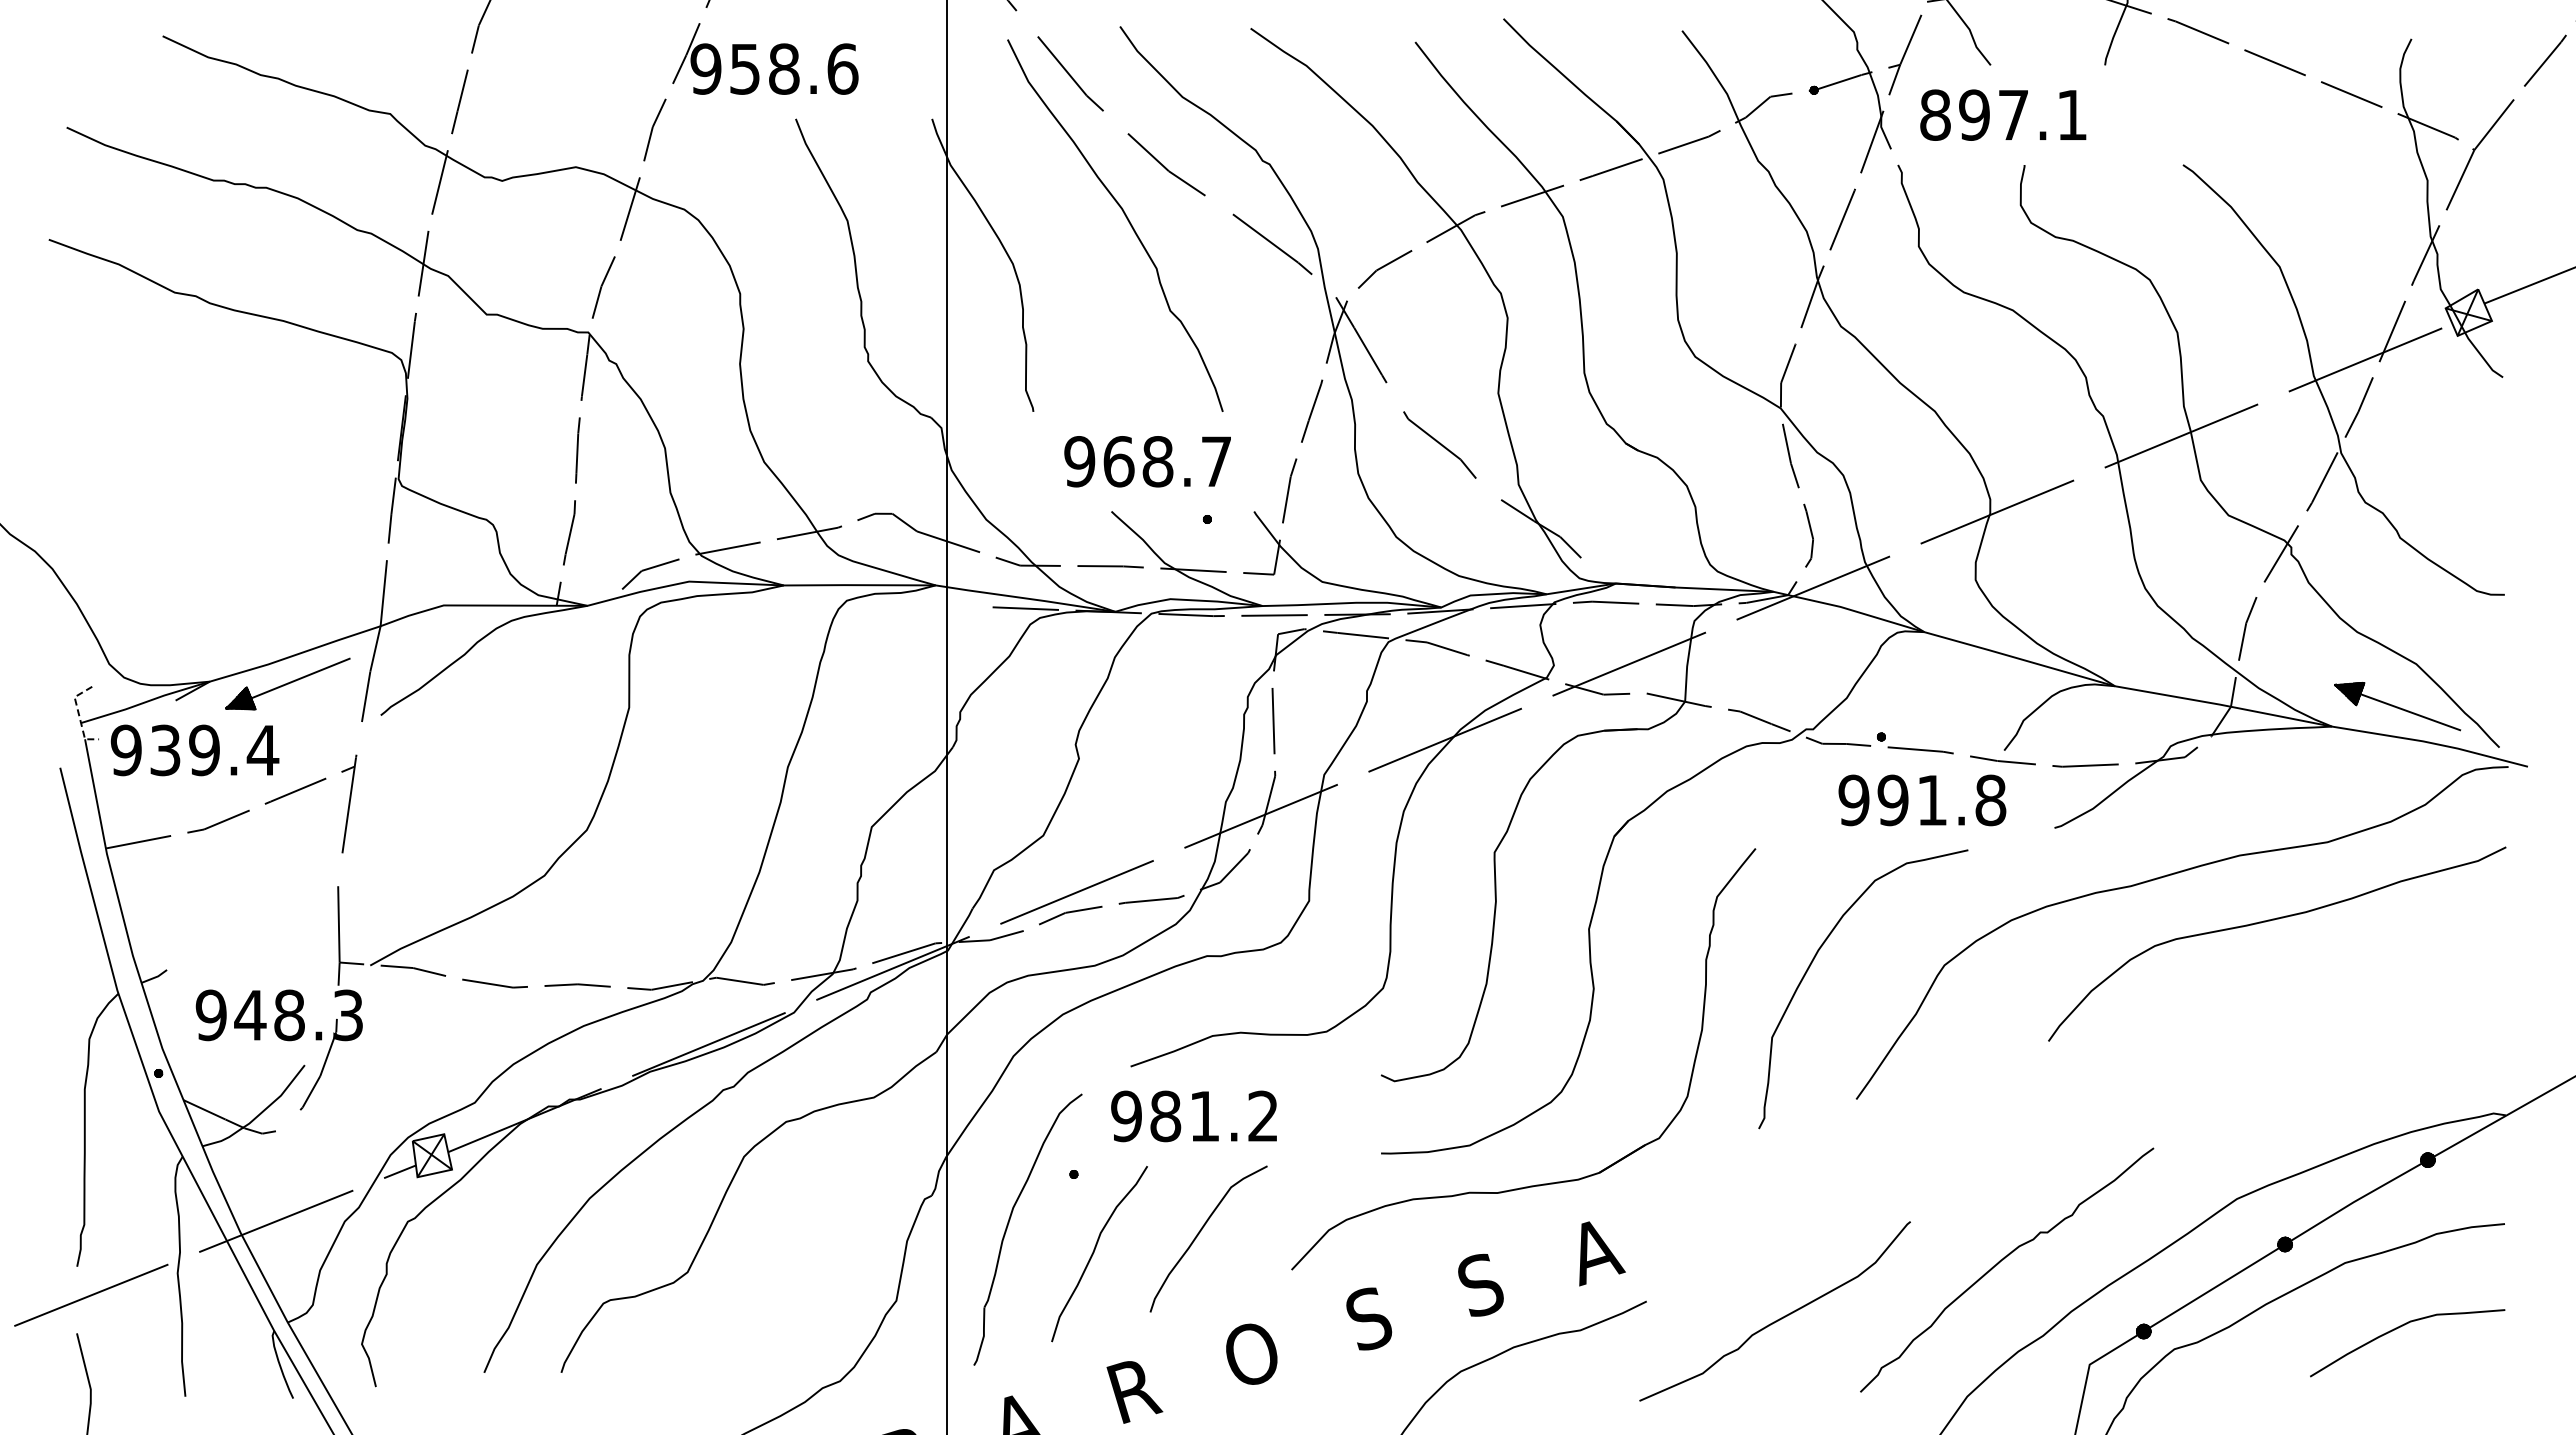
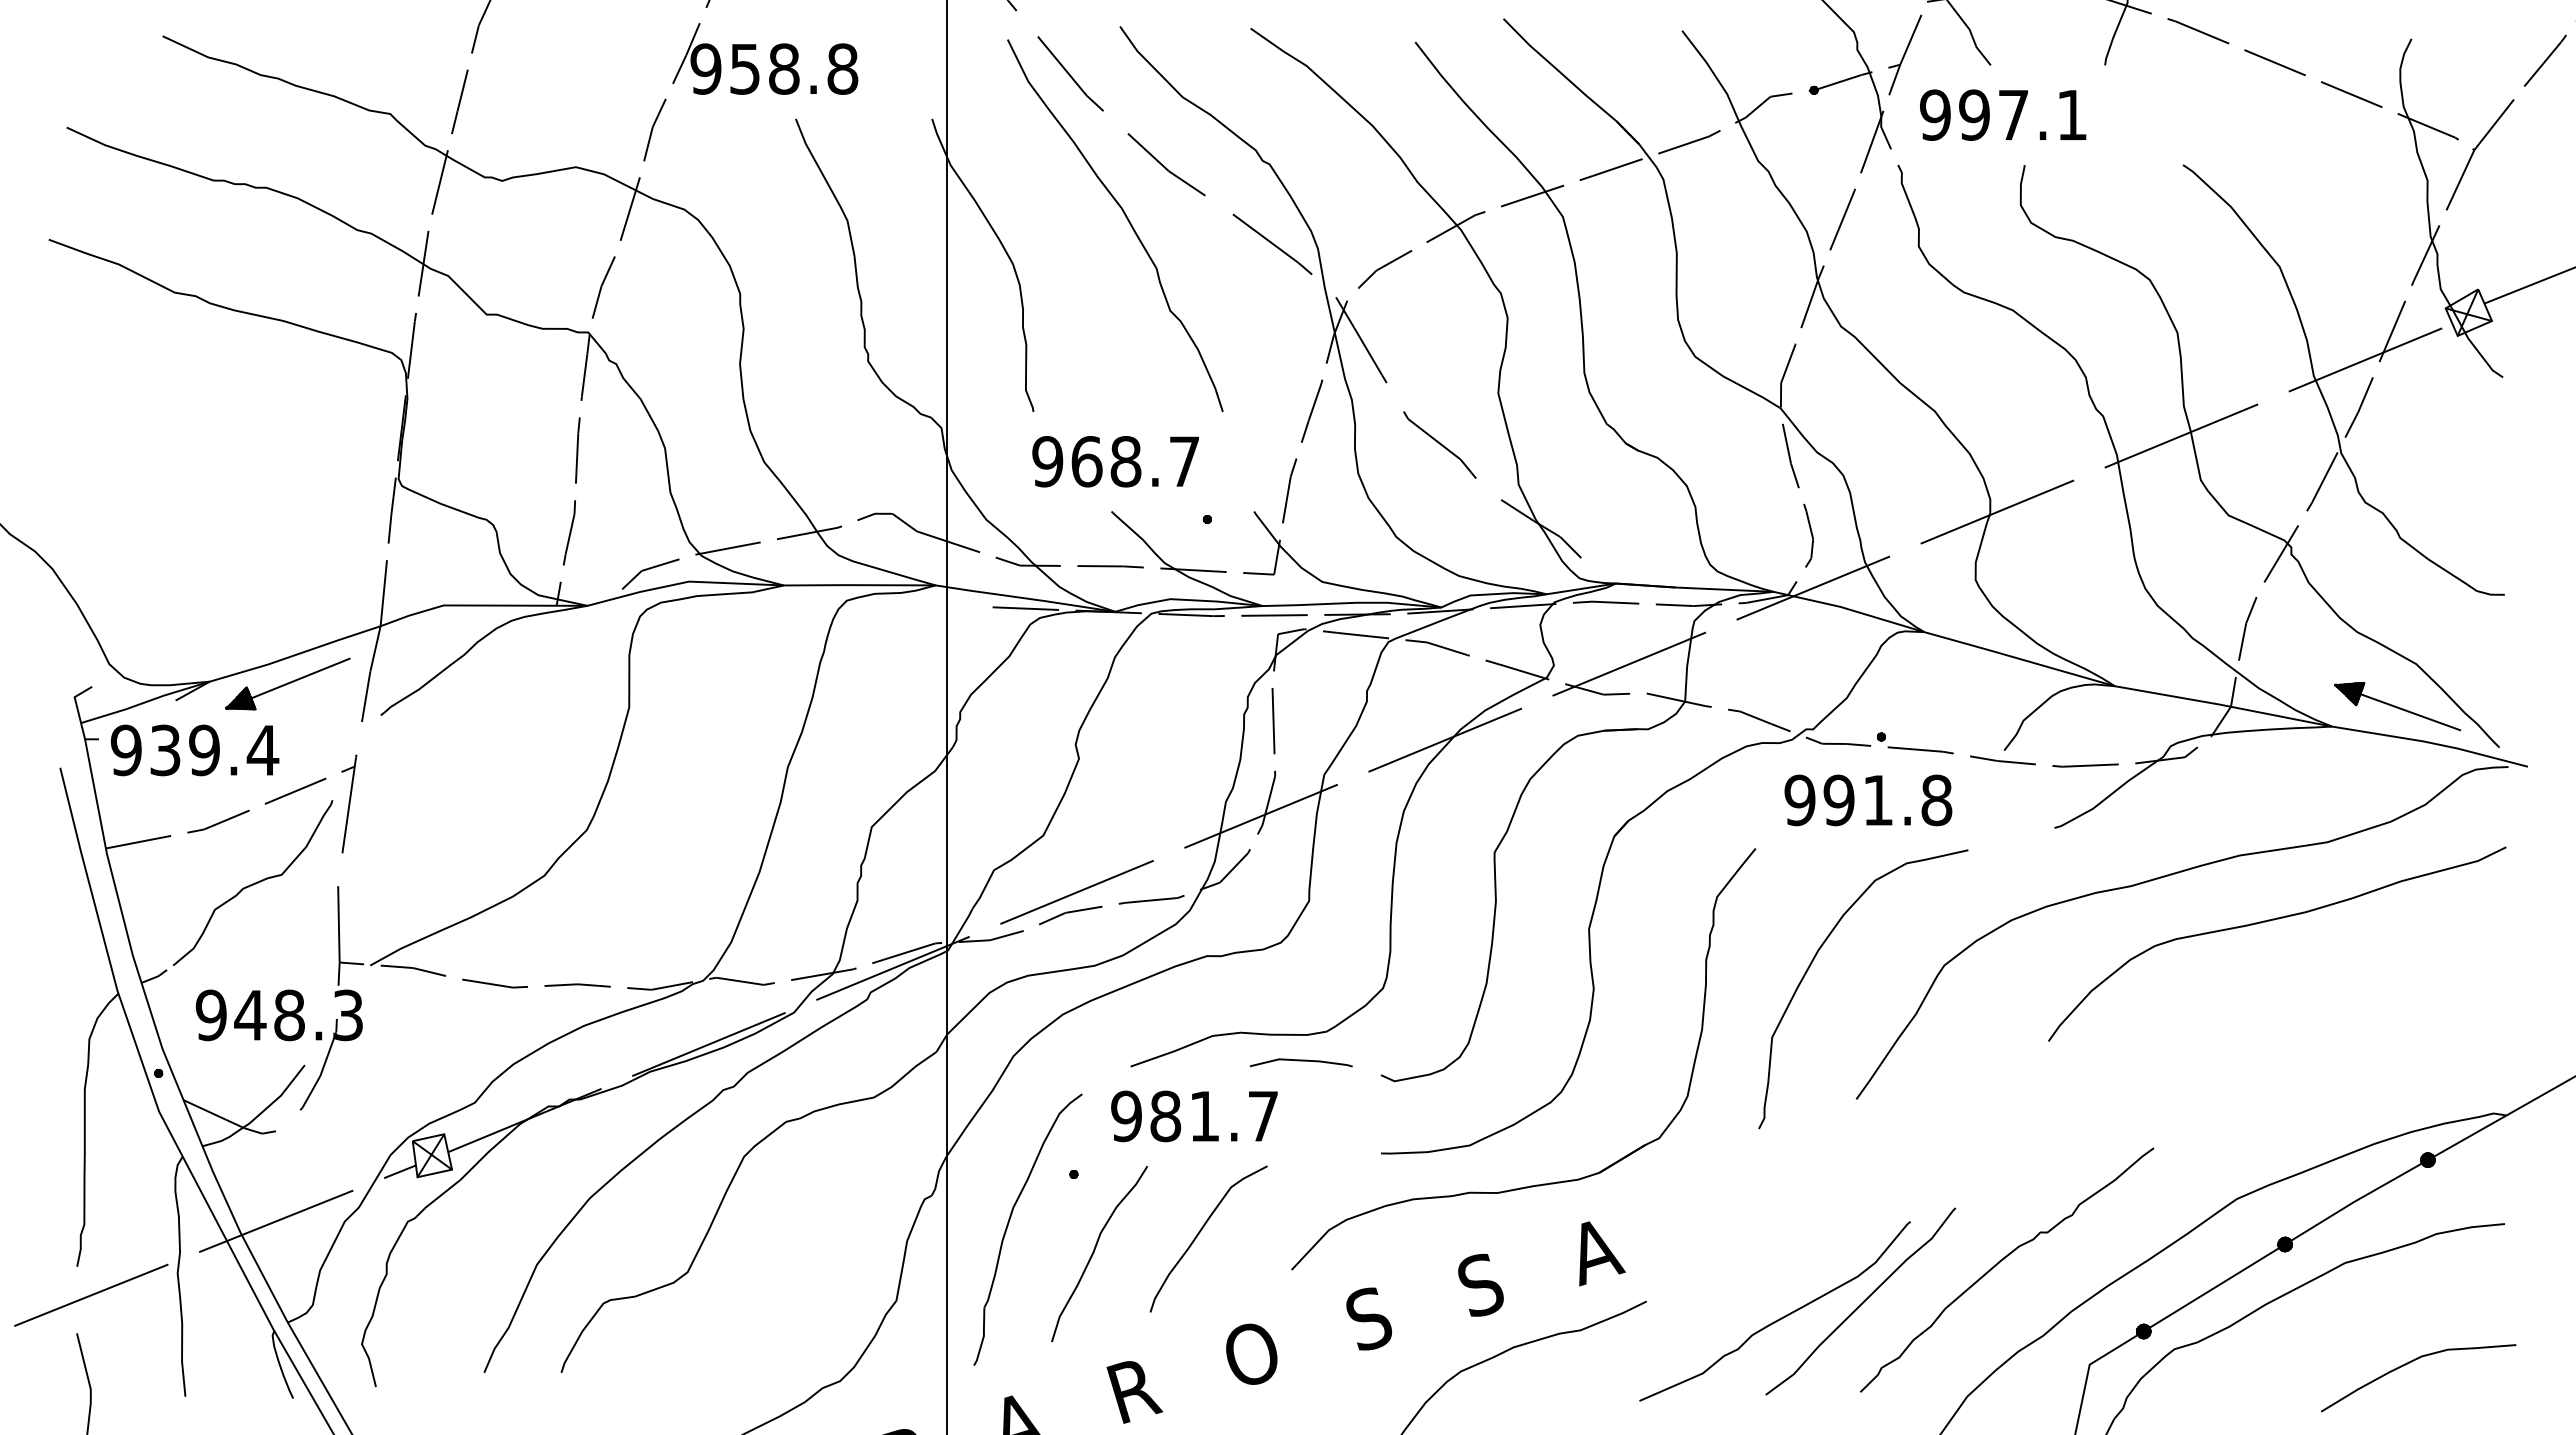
text at (842, 68): 958.6 -> 958.8
text at (1935, 114): 897.1 -> 997.1
text at (1147, 461) position: (1147, 461) -> (1115, 461)
line at (79, 715): dashed -> solid
text at (1922, 800) position: (1922, 800) -> (1868, 800)
curve at (252, 883): none -> present
curve at (1300, 1061): none -> present
text at (1262, 1115): 981.2 -> 981.7
curve at (1861, 1302): none -> present
curve at (2400, 1327) position: (2400, 1327) -> (2411, 1362)
